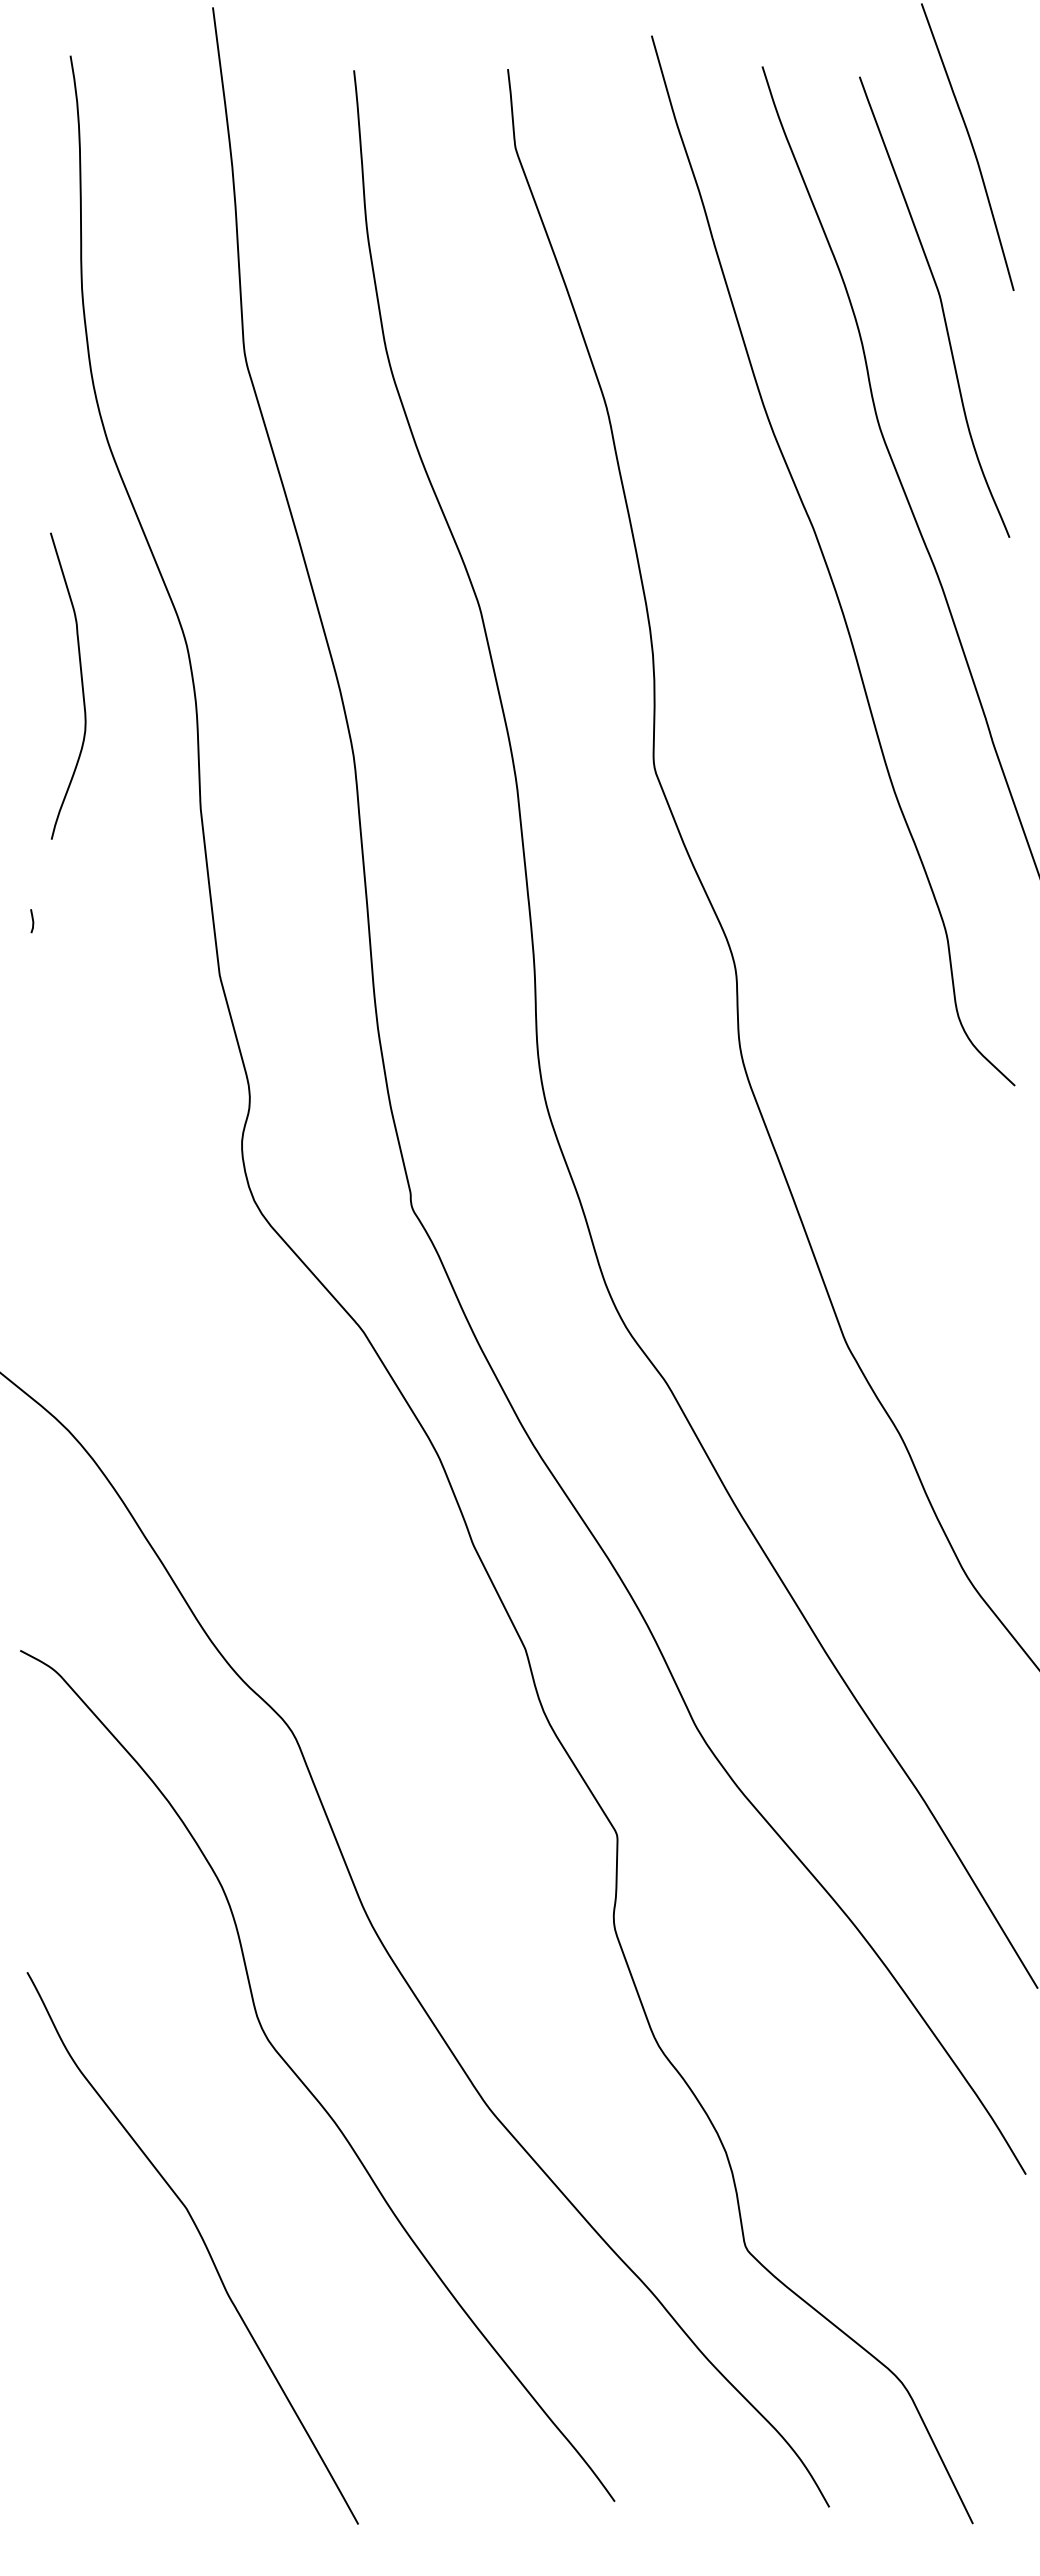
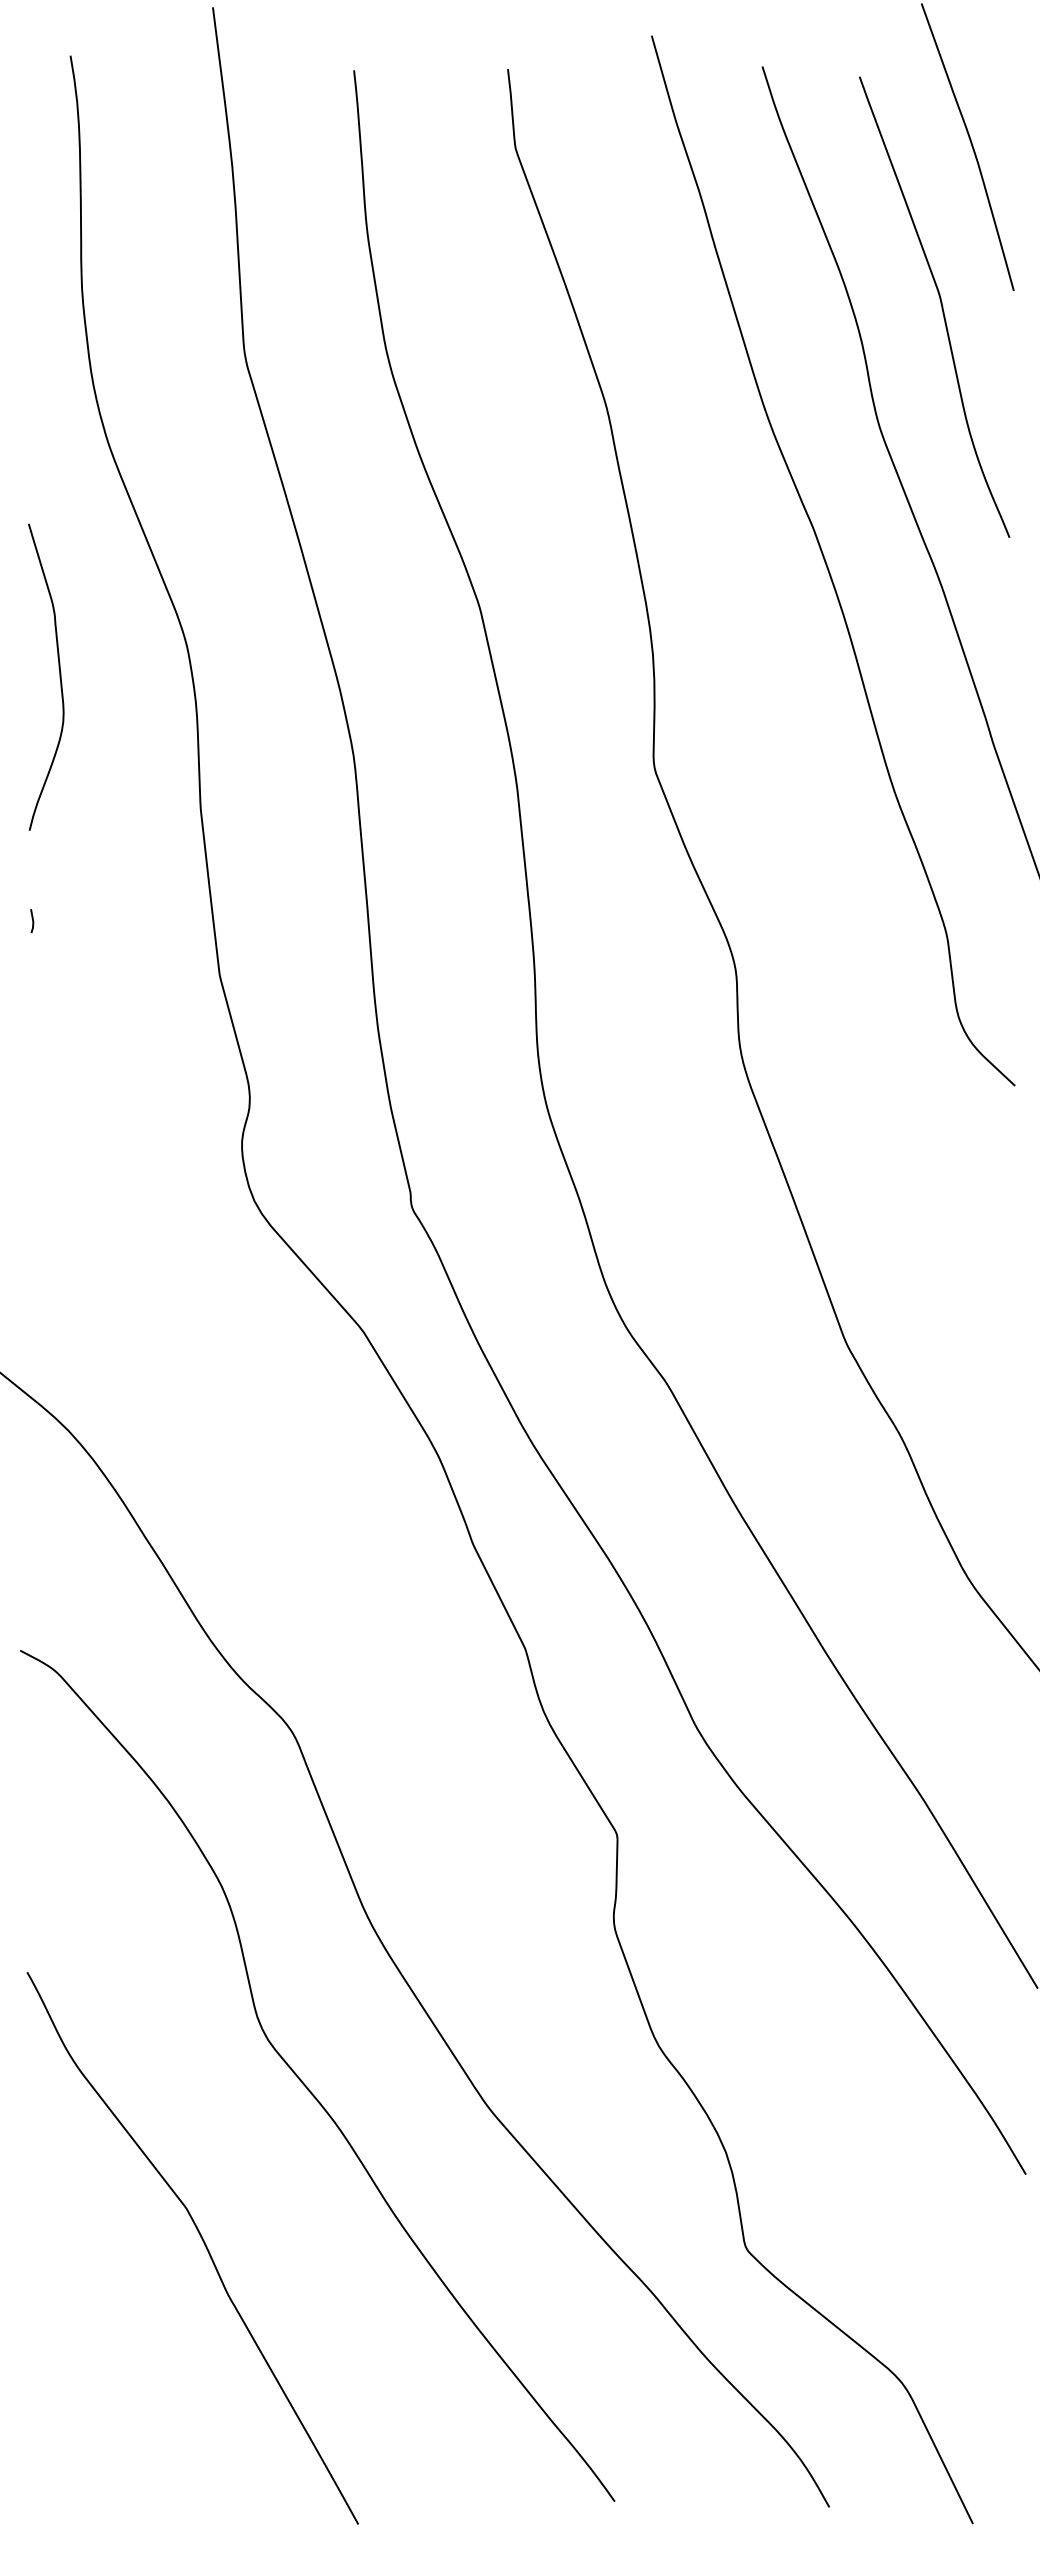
curve at (81, 685) position: (81, 685) -> (59, 676)
